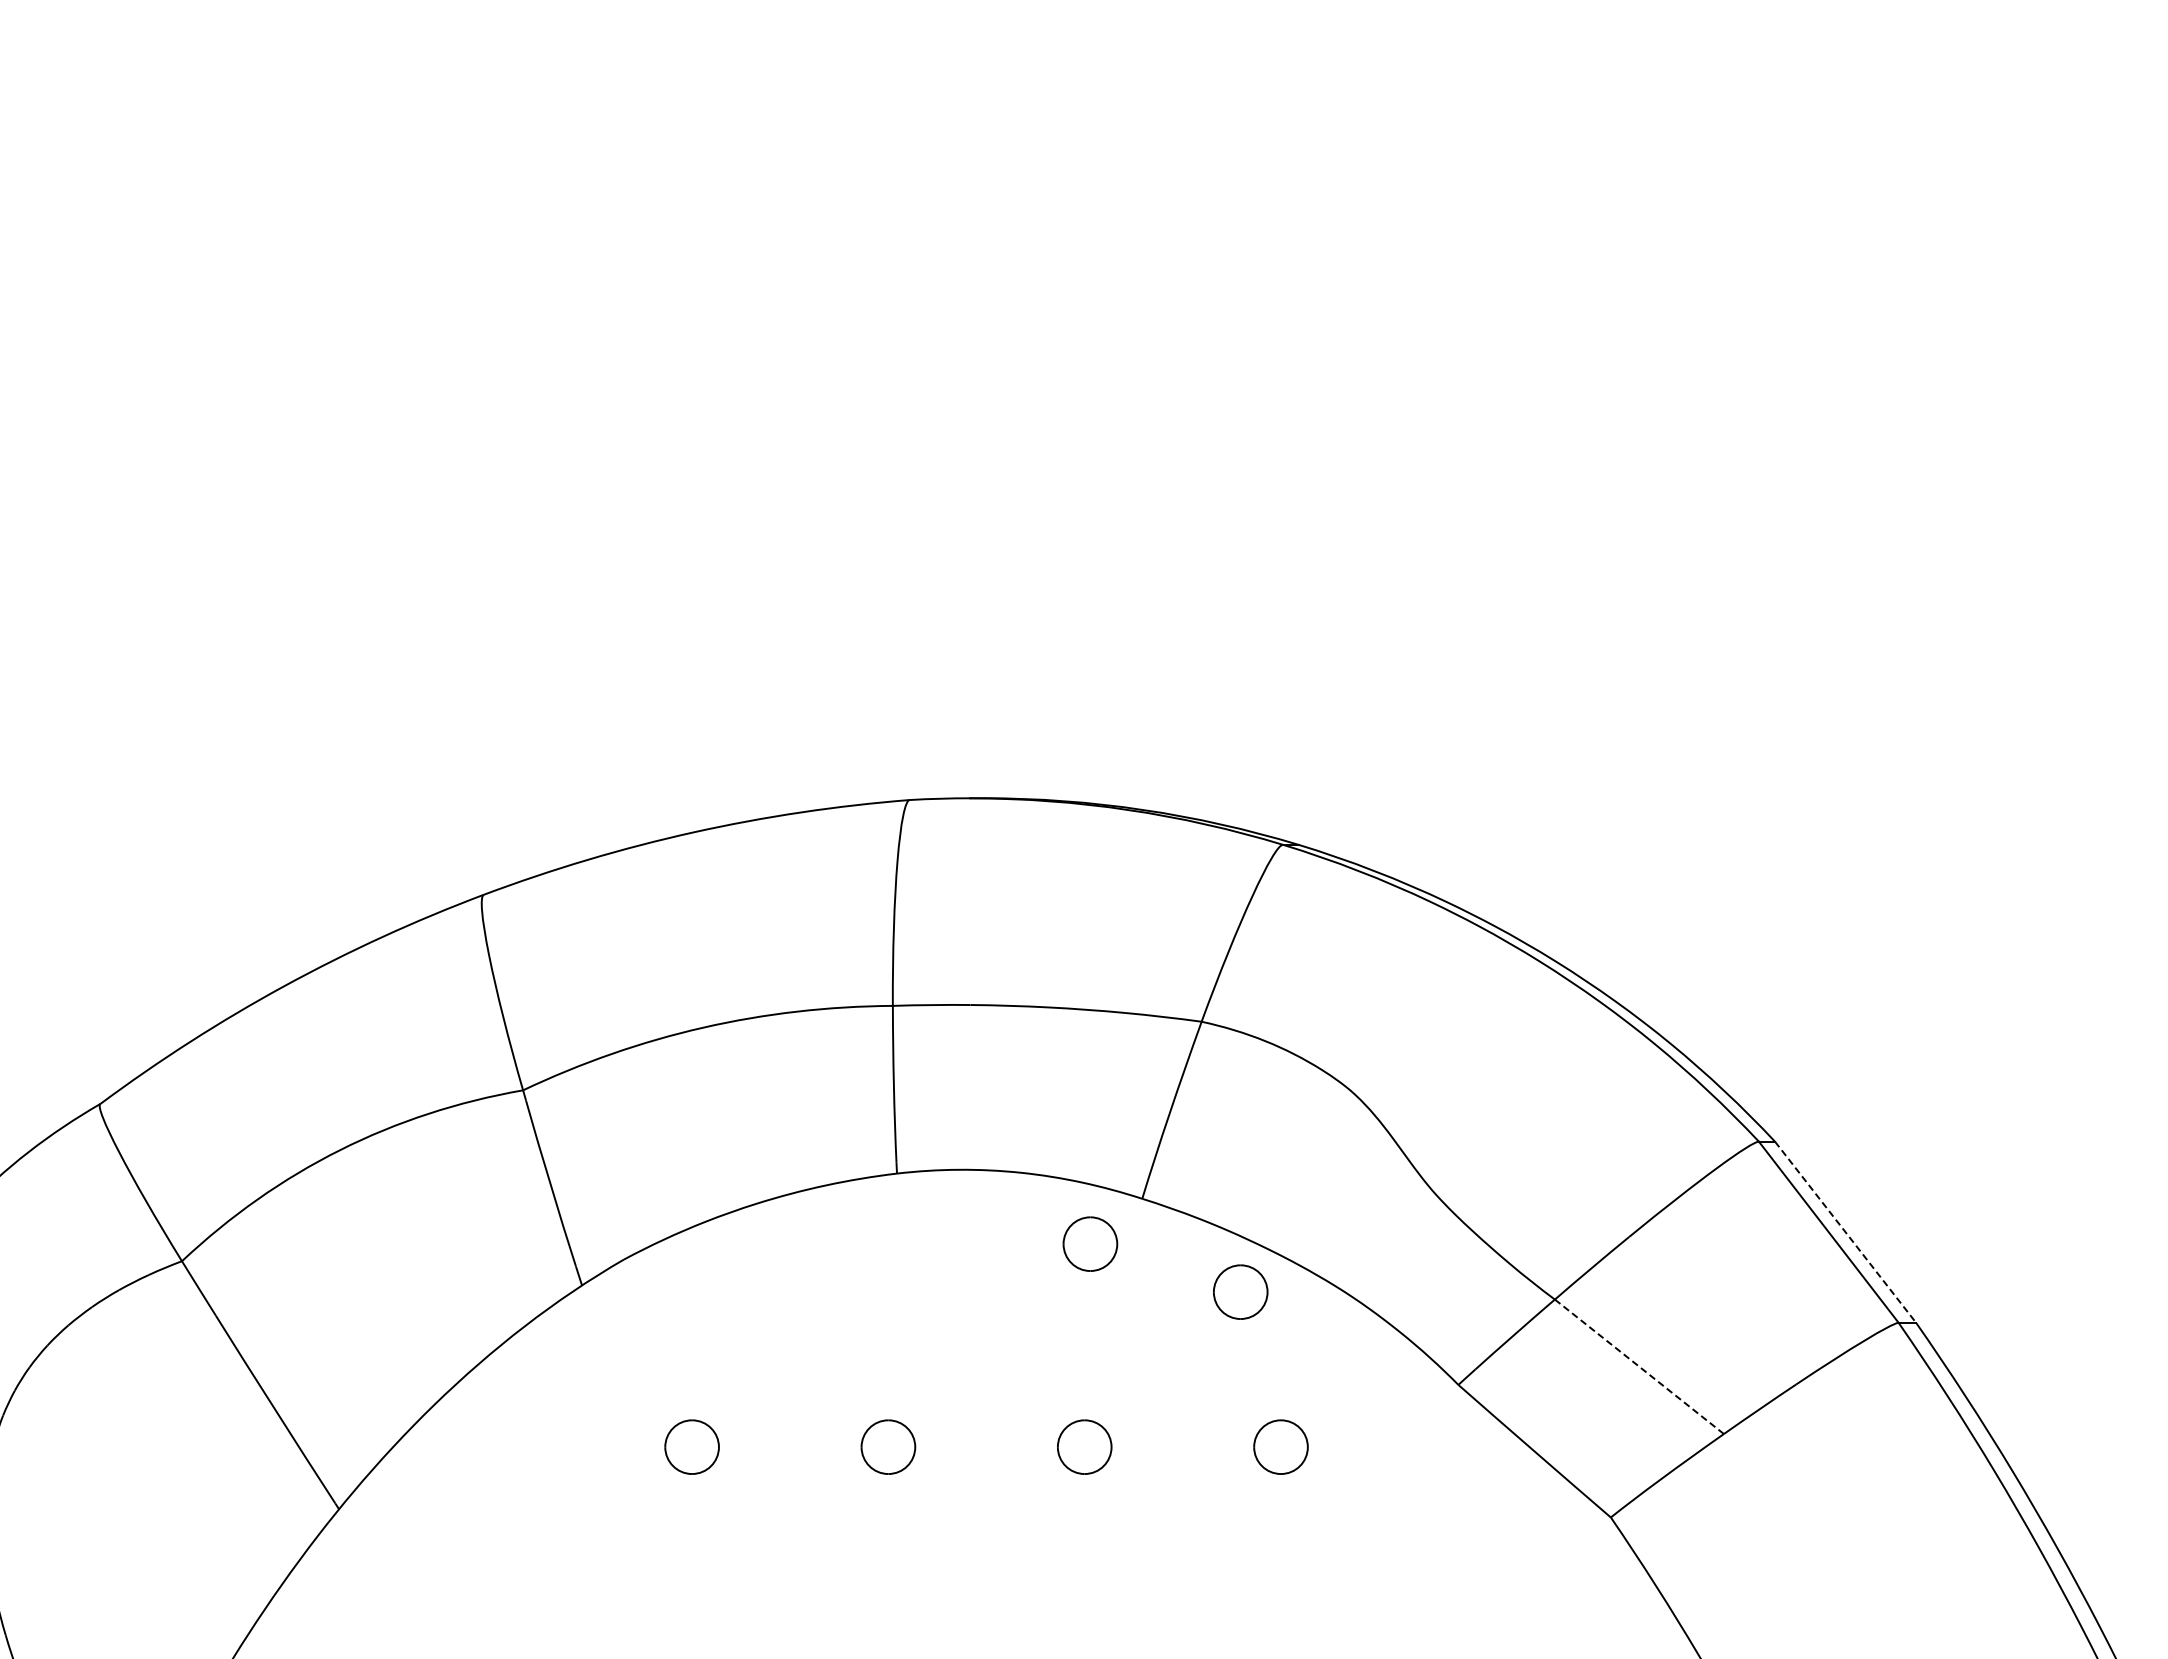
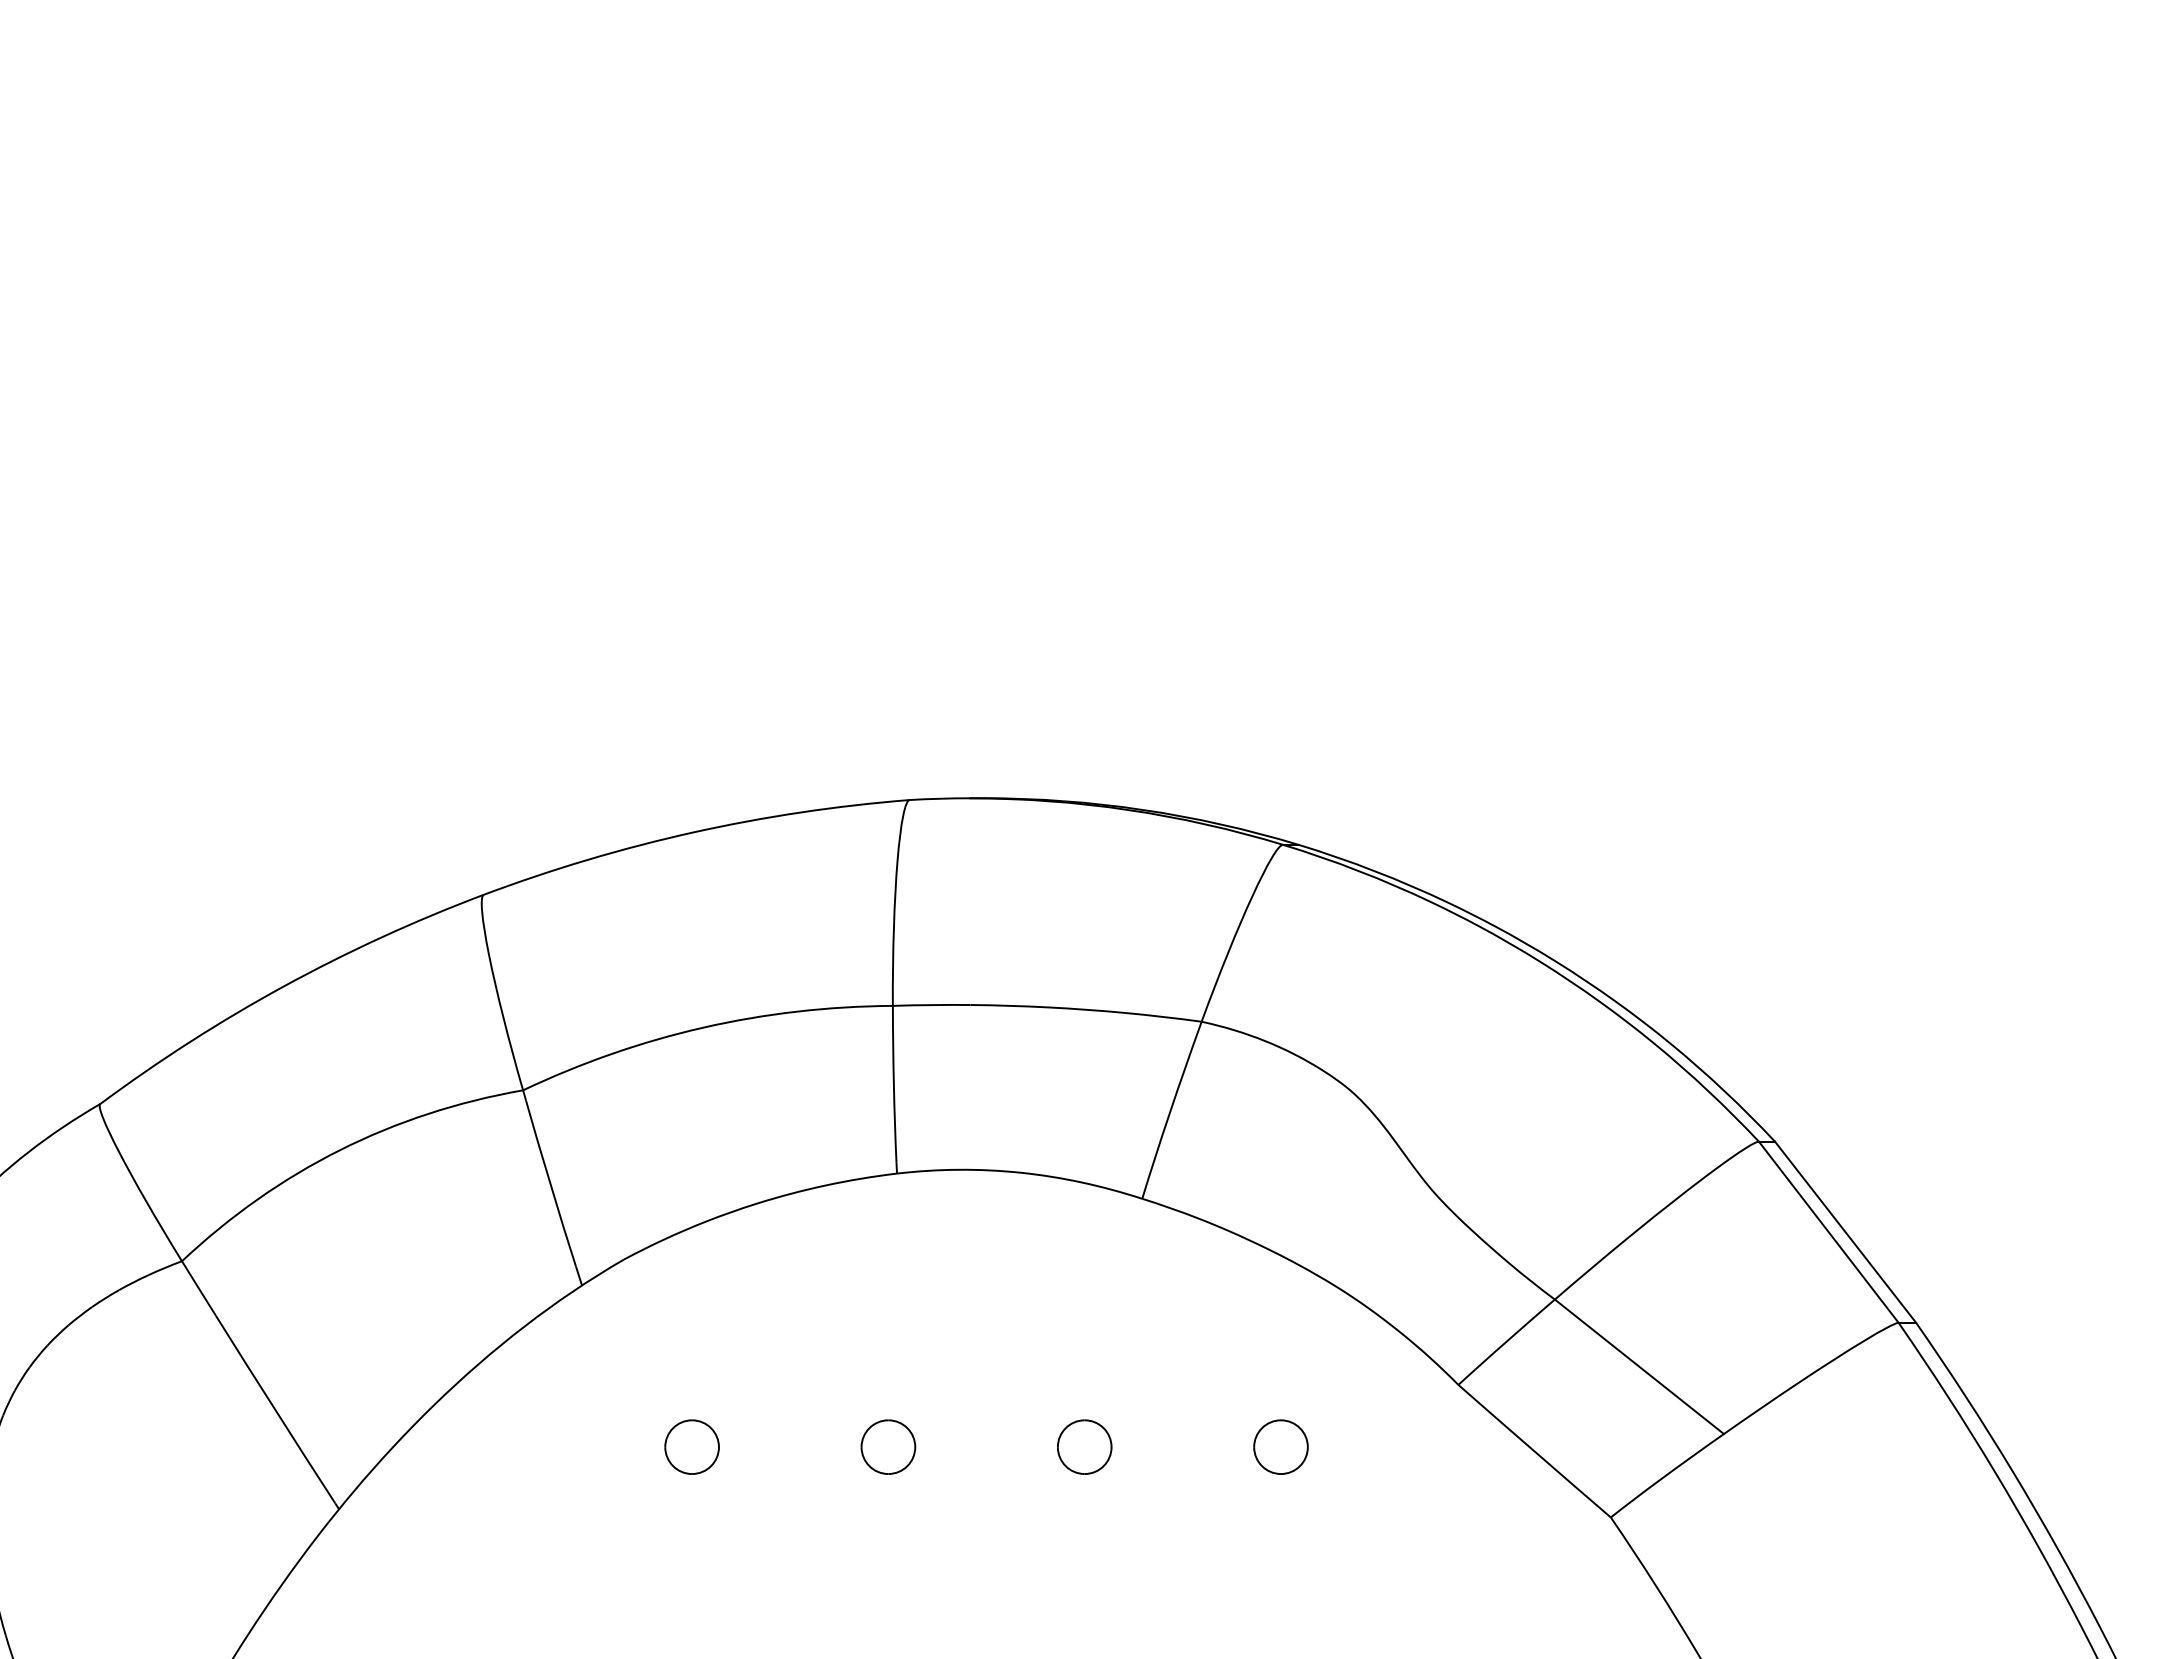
line at (1845, 1232): dashed -> solid
part at (1090, 1243): present -> none
part at (1240, 1291): present -> none
line at (1639, 1366): dashed -> solid
